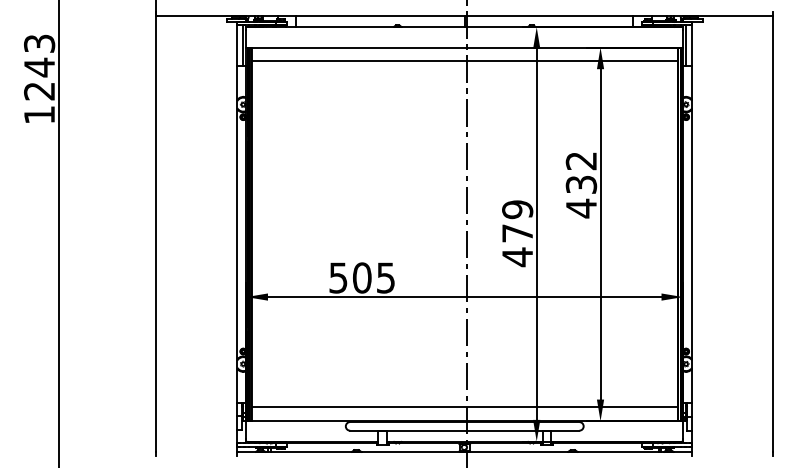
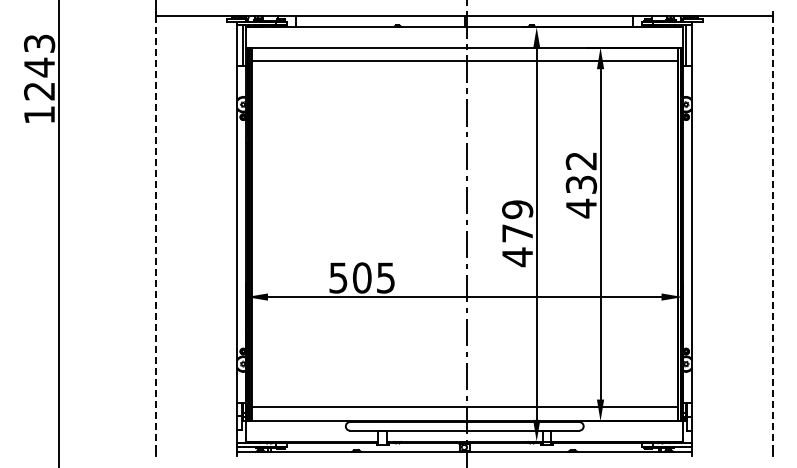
line at (156, 234): solid -> dashed
line at (773, 234): solid -> dashed
